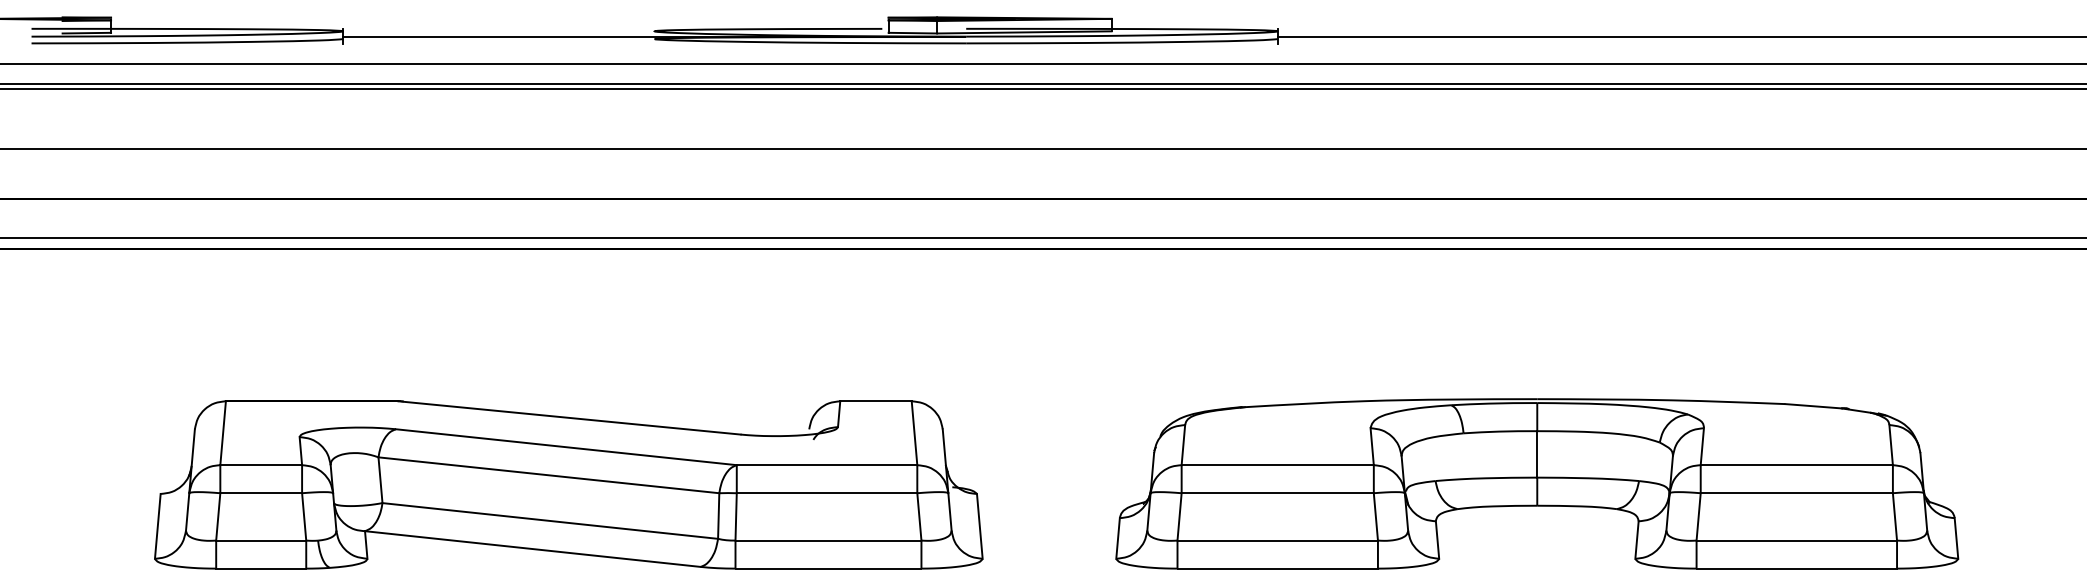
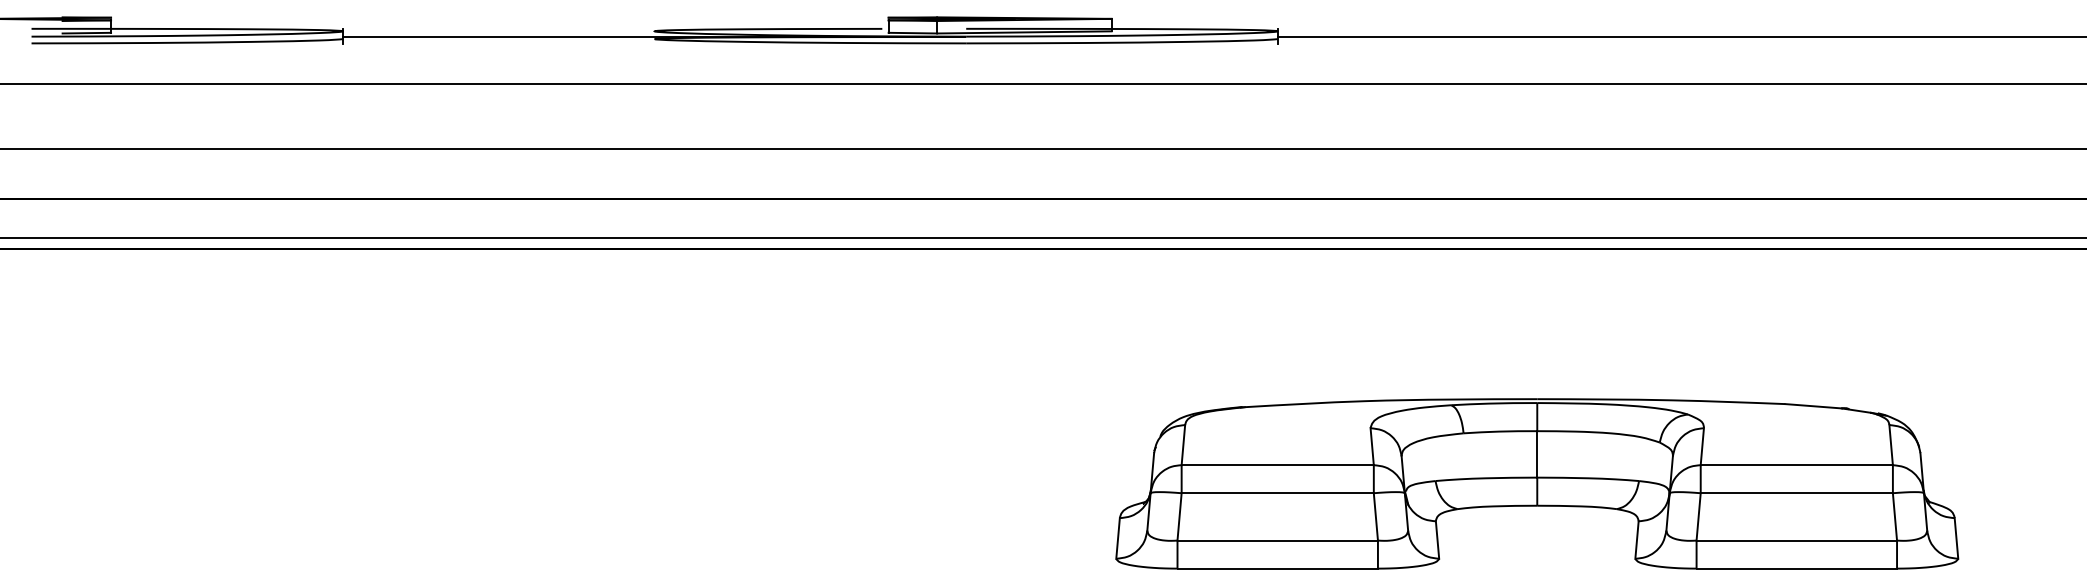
line at (1042, 63): present -> none
line at (1042, 88): present -> none
part at (568, 484): present -> none
